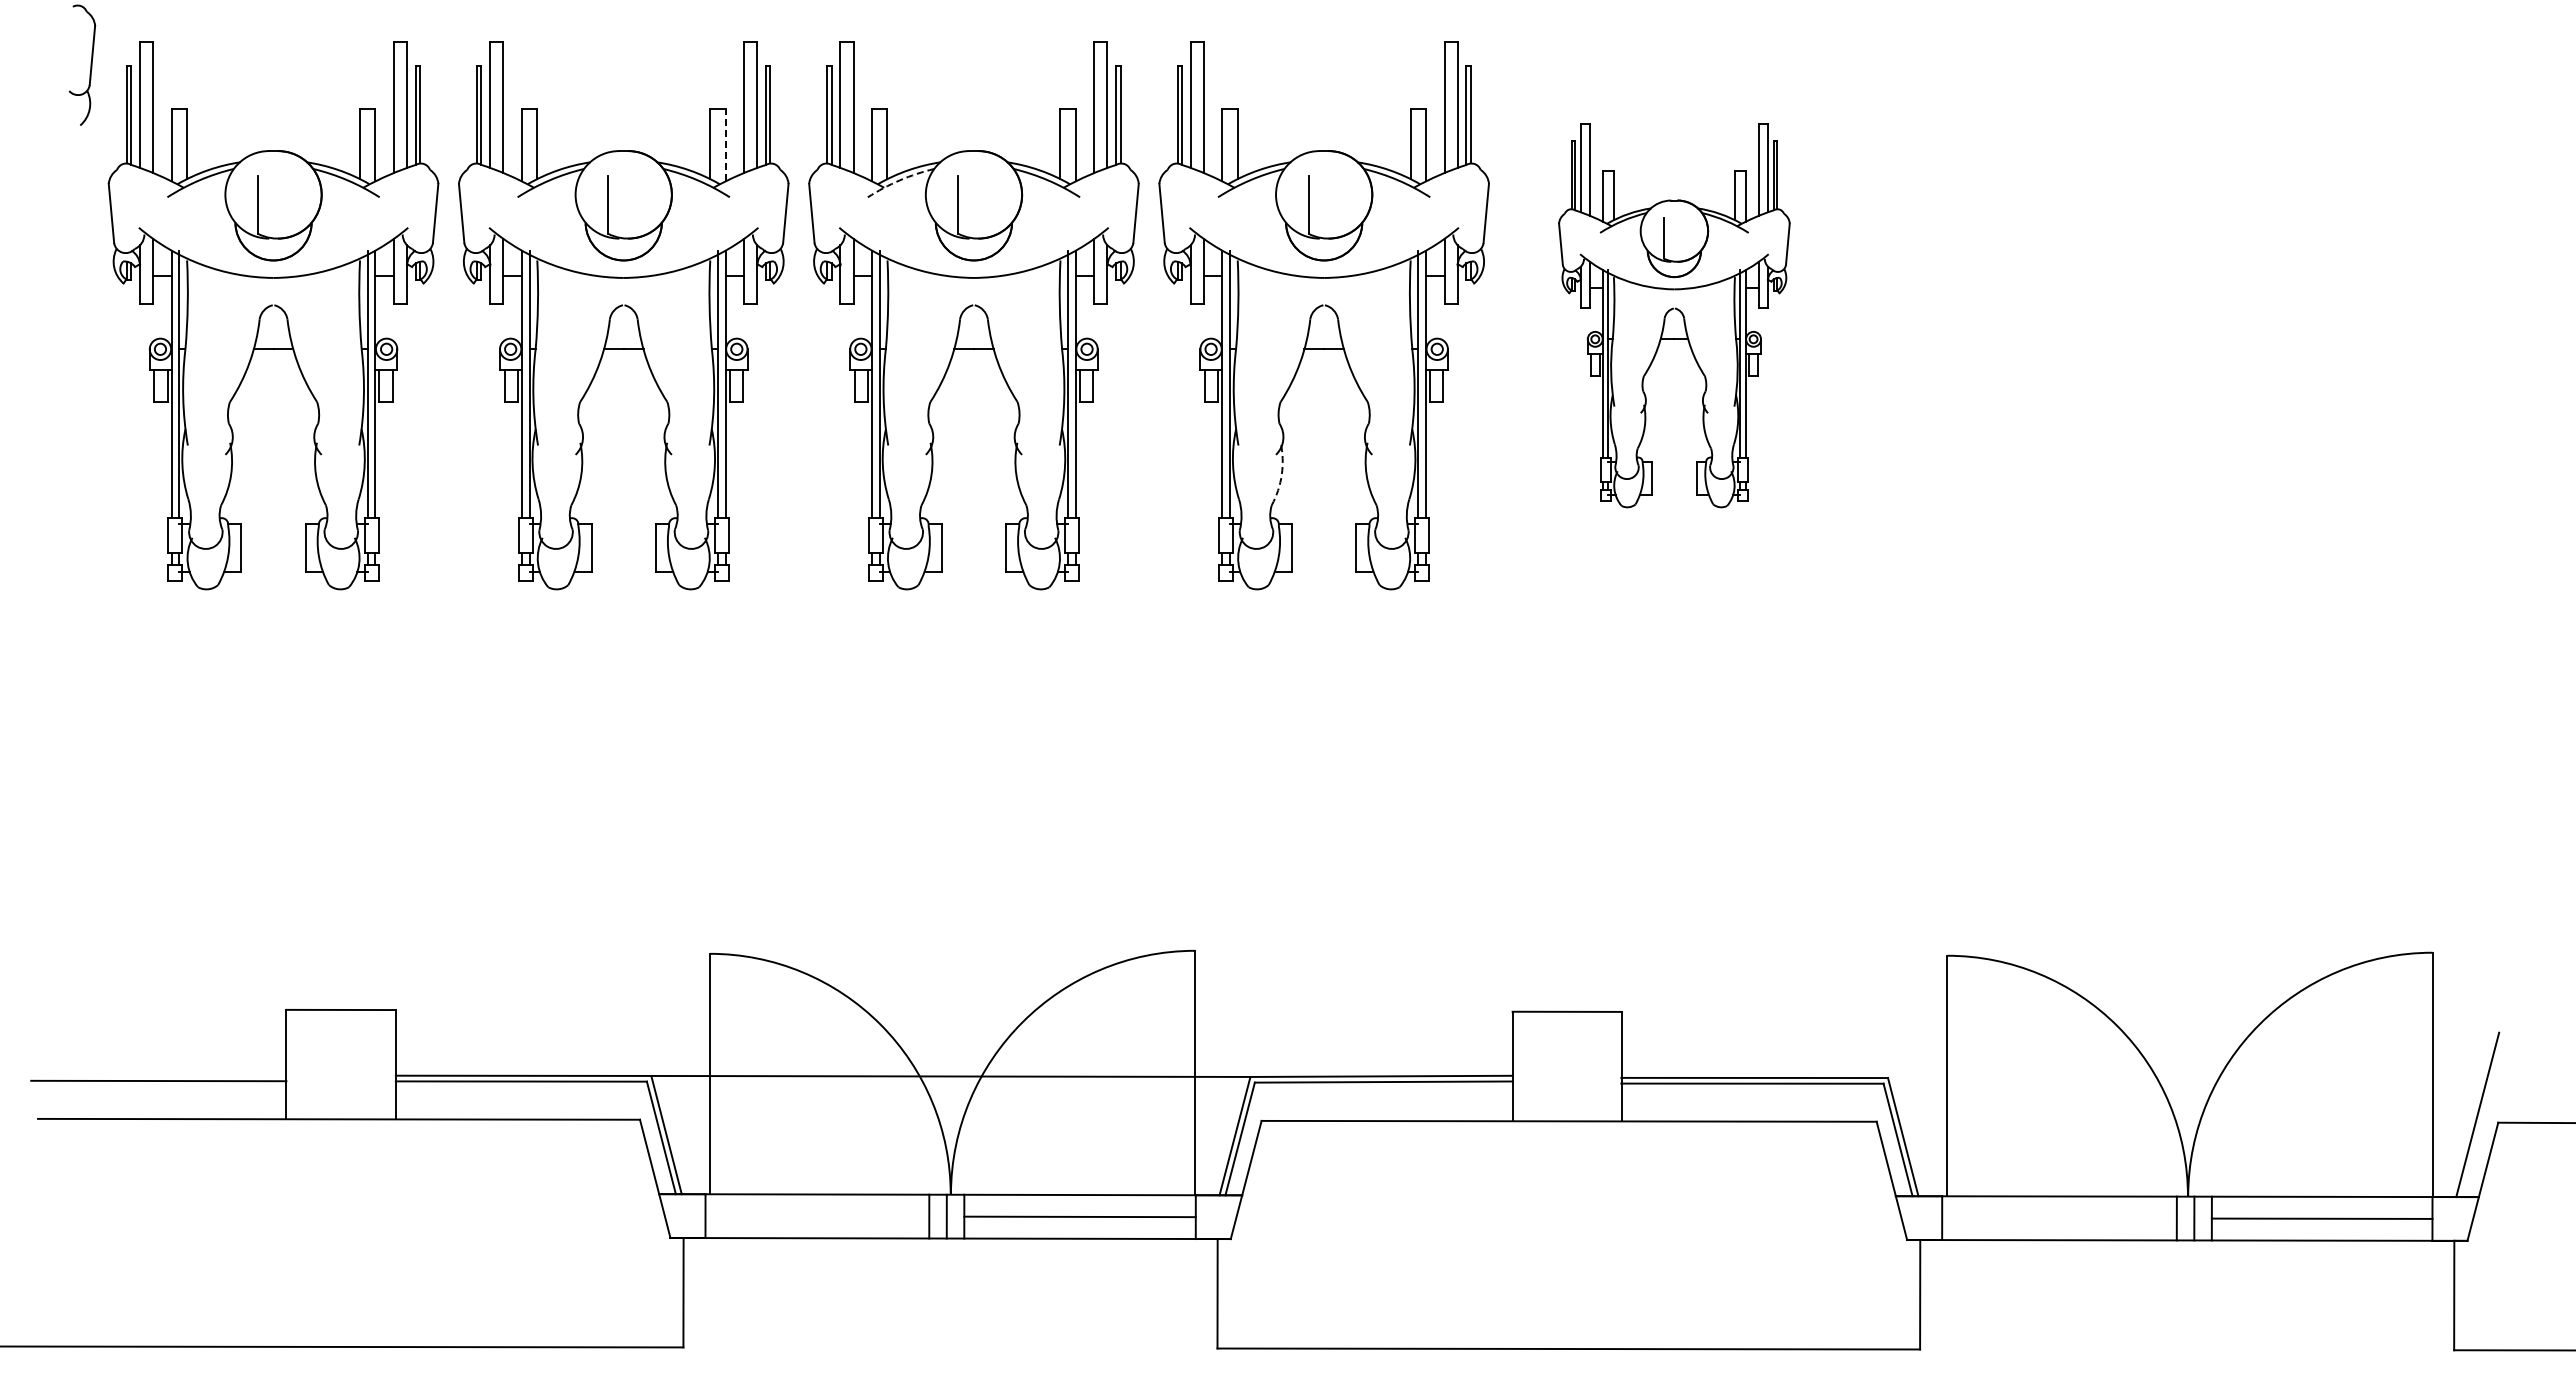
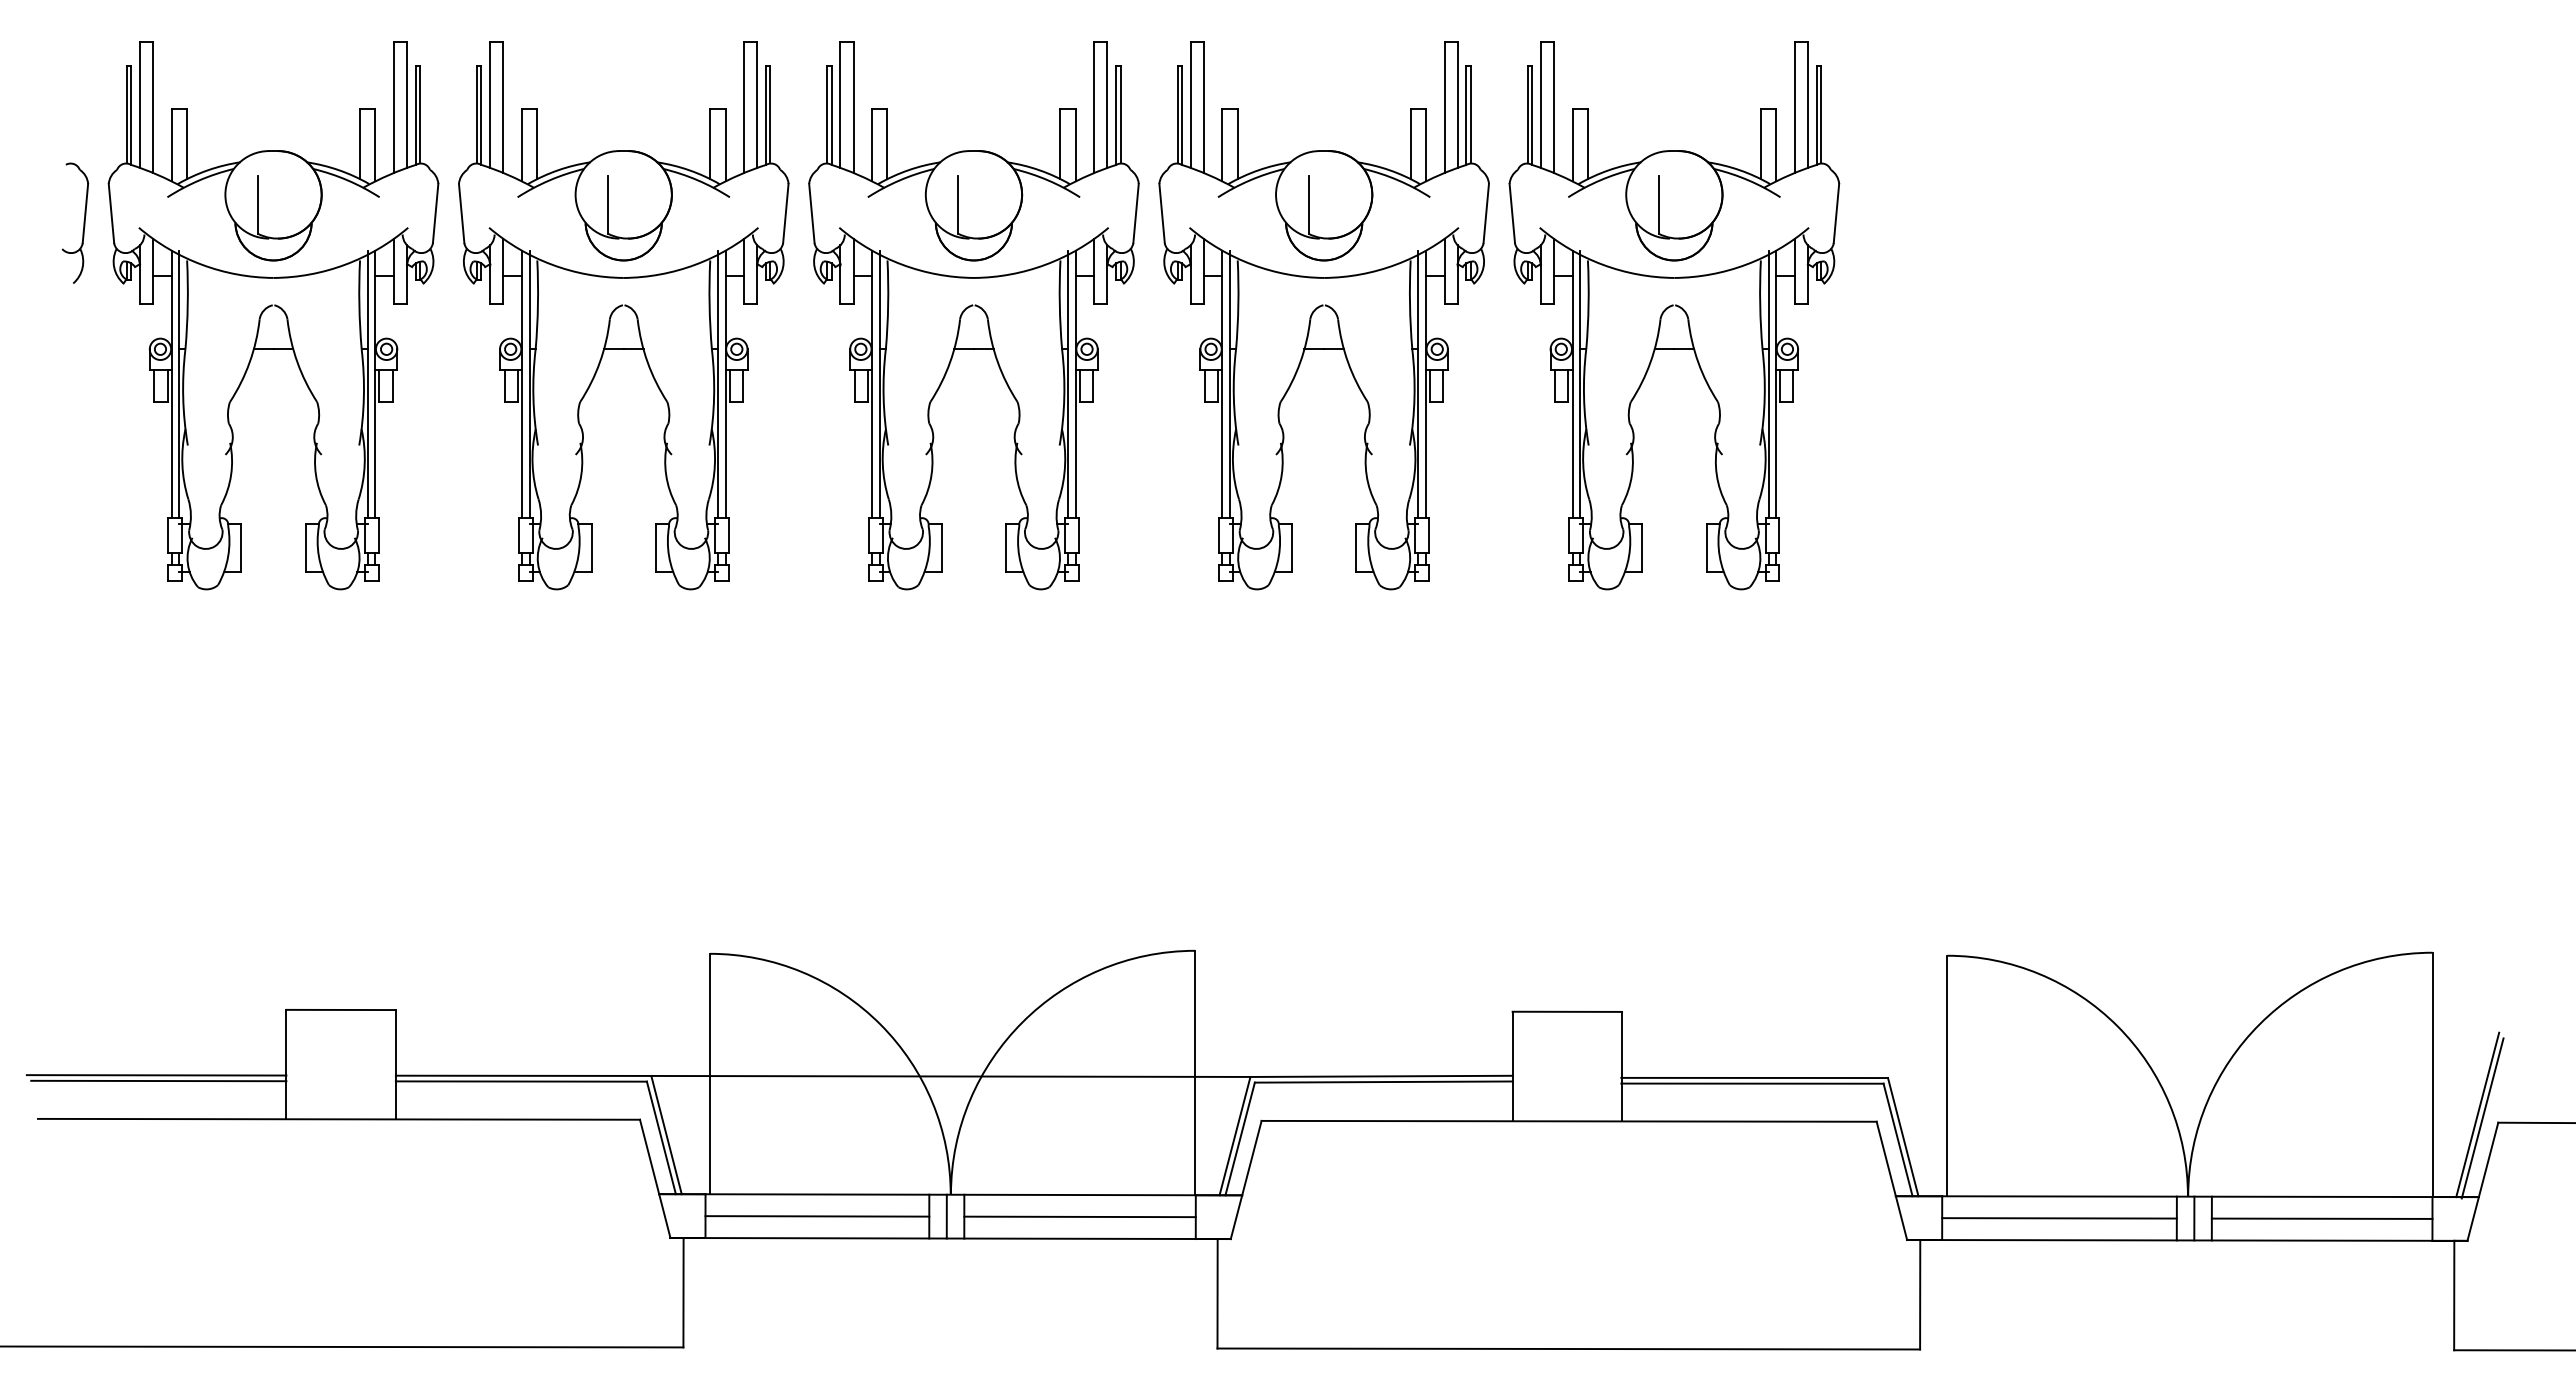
part at (90, 64) position: (90, 64) -> (83, 222)
line at (725, 144): dashed -> solid
arc at (899, 180): dashed -> solid
part at (1674, 315) size: 233x386 px -> 333x550 px
arc at (1281, 474): dashed -> solid
line at (156, 1075): none -> present
line at (2482, 1118): none -> present
line at (817, 1216): none -> present
line at (2059, 1218): none -> present
